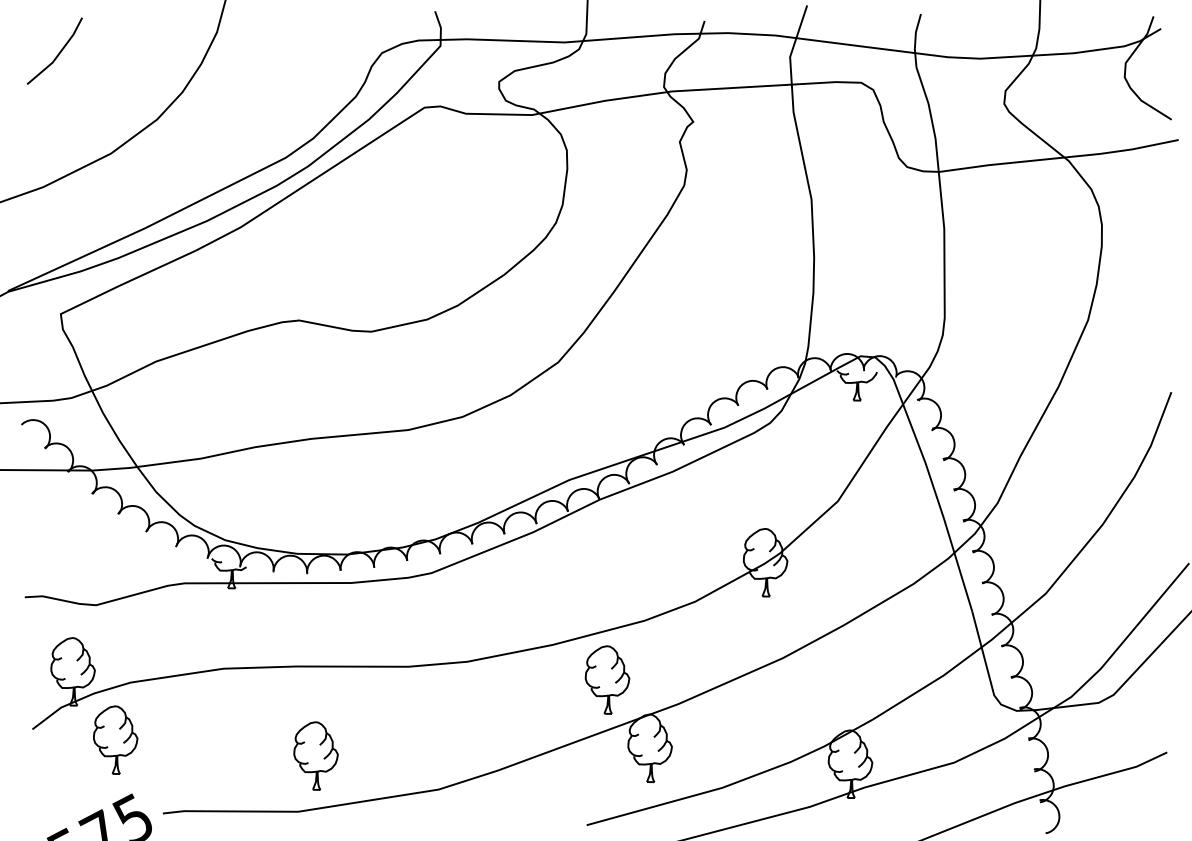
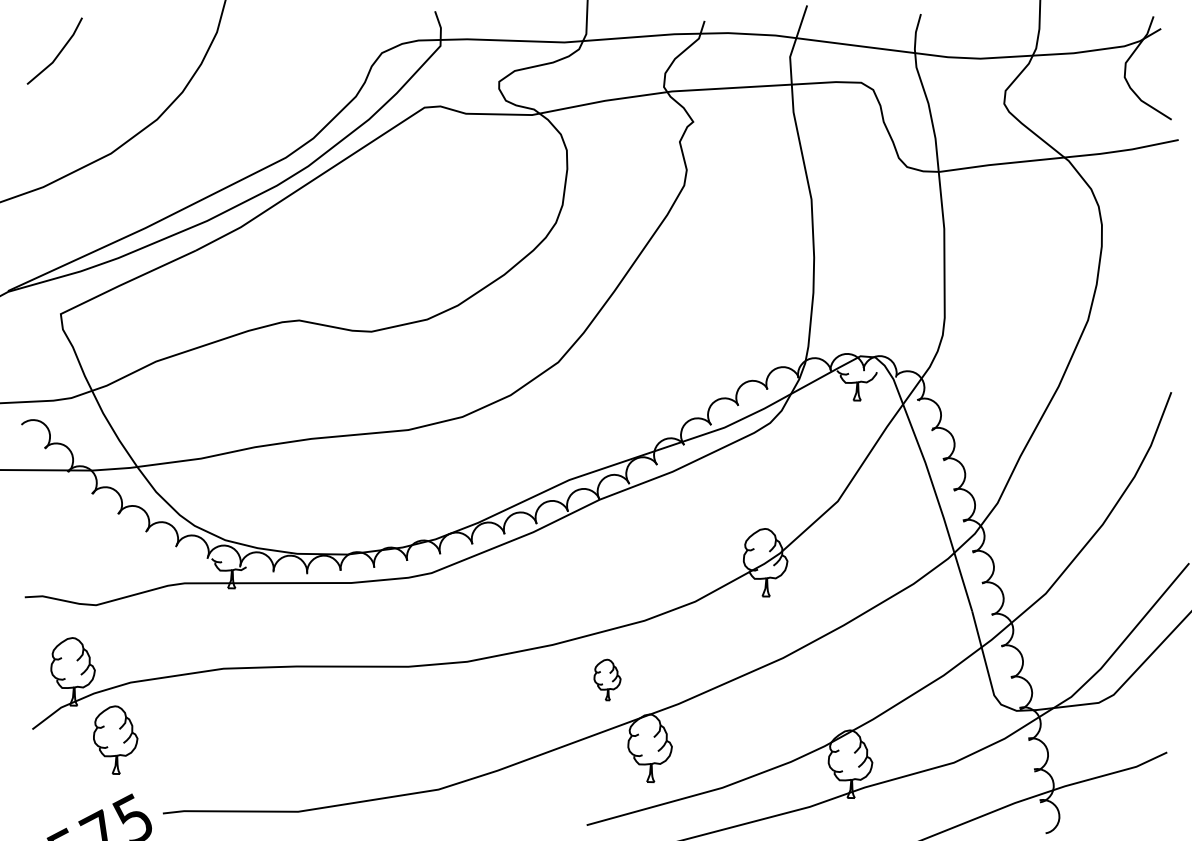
part at (607, 679) size: 47x70 px -> 29x44 px
part at (315, 755): present -> none
